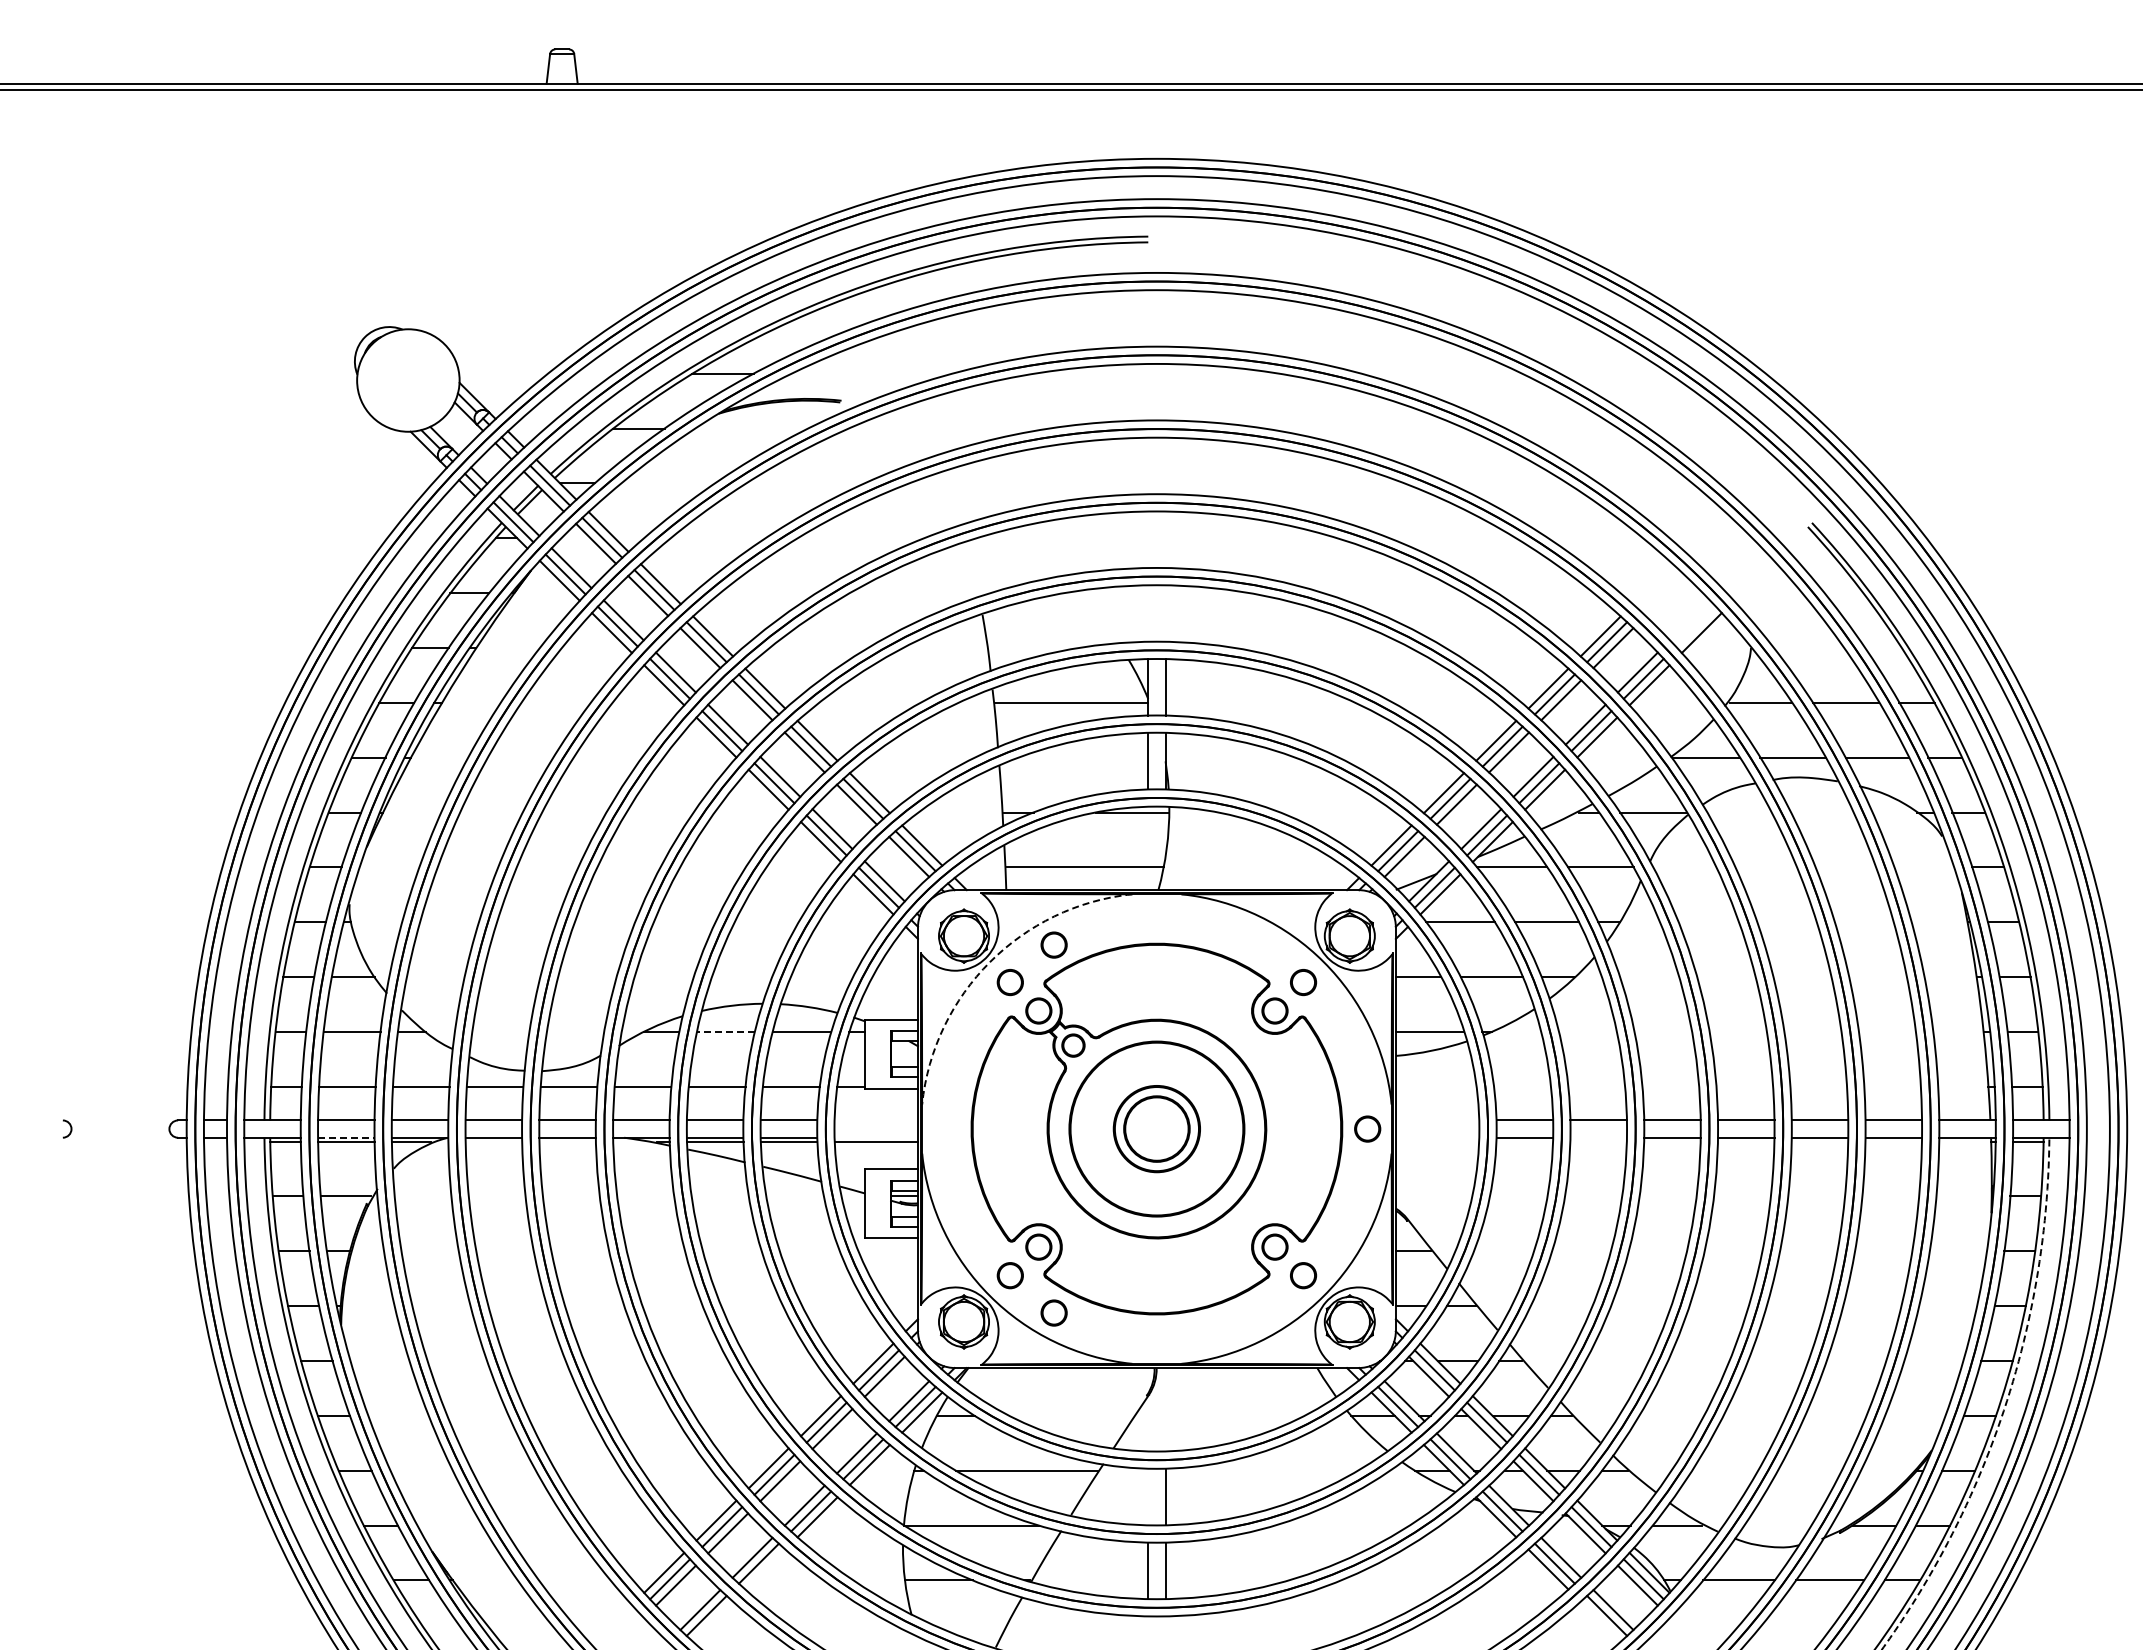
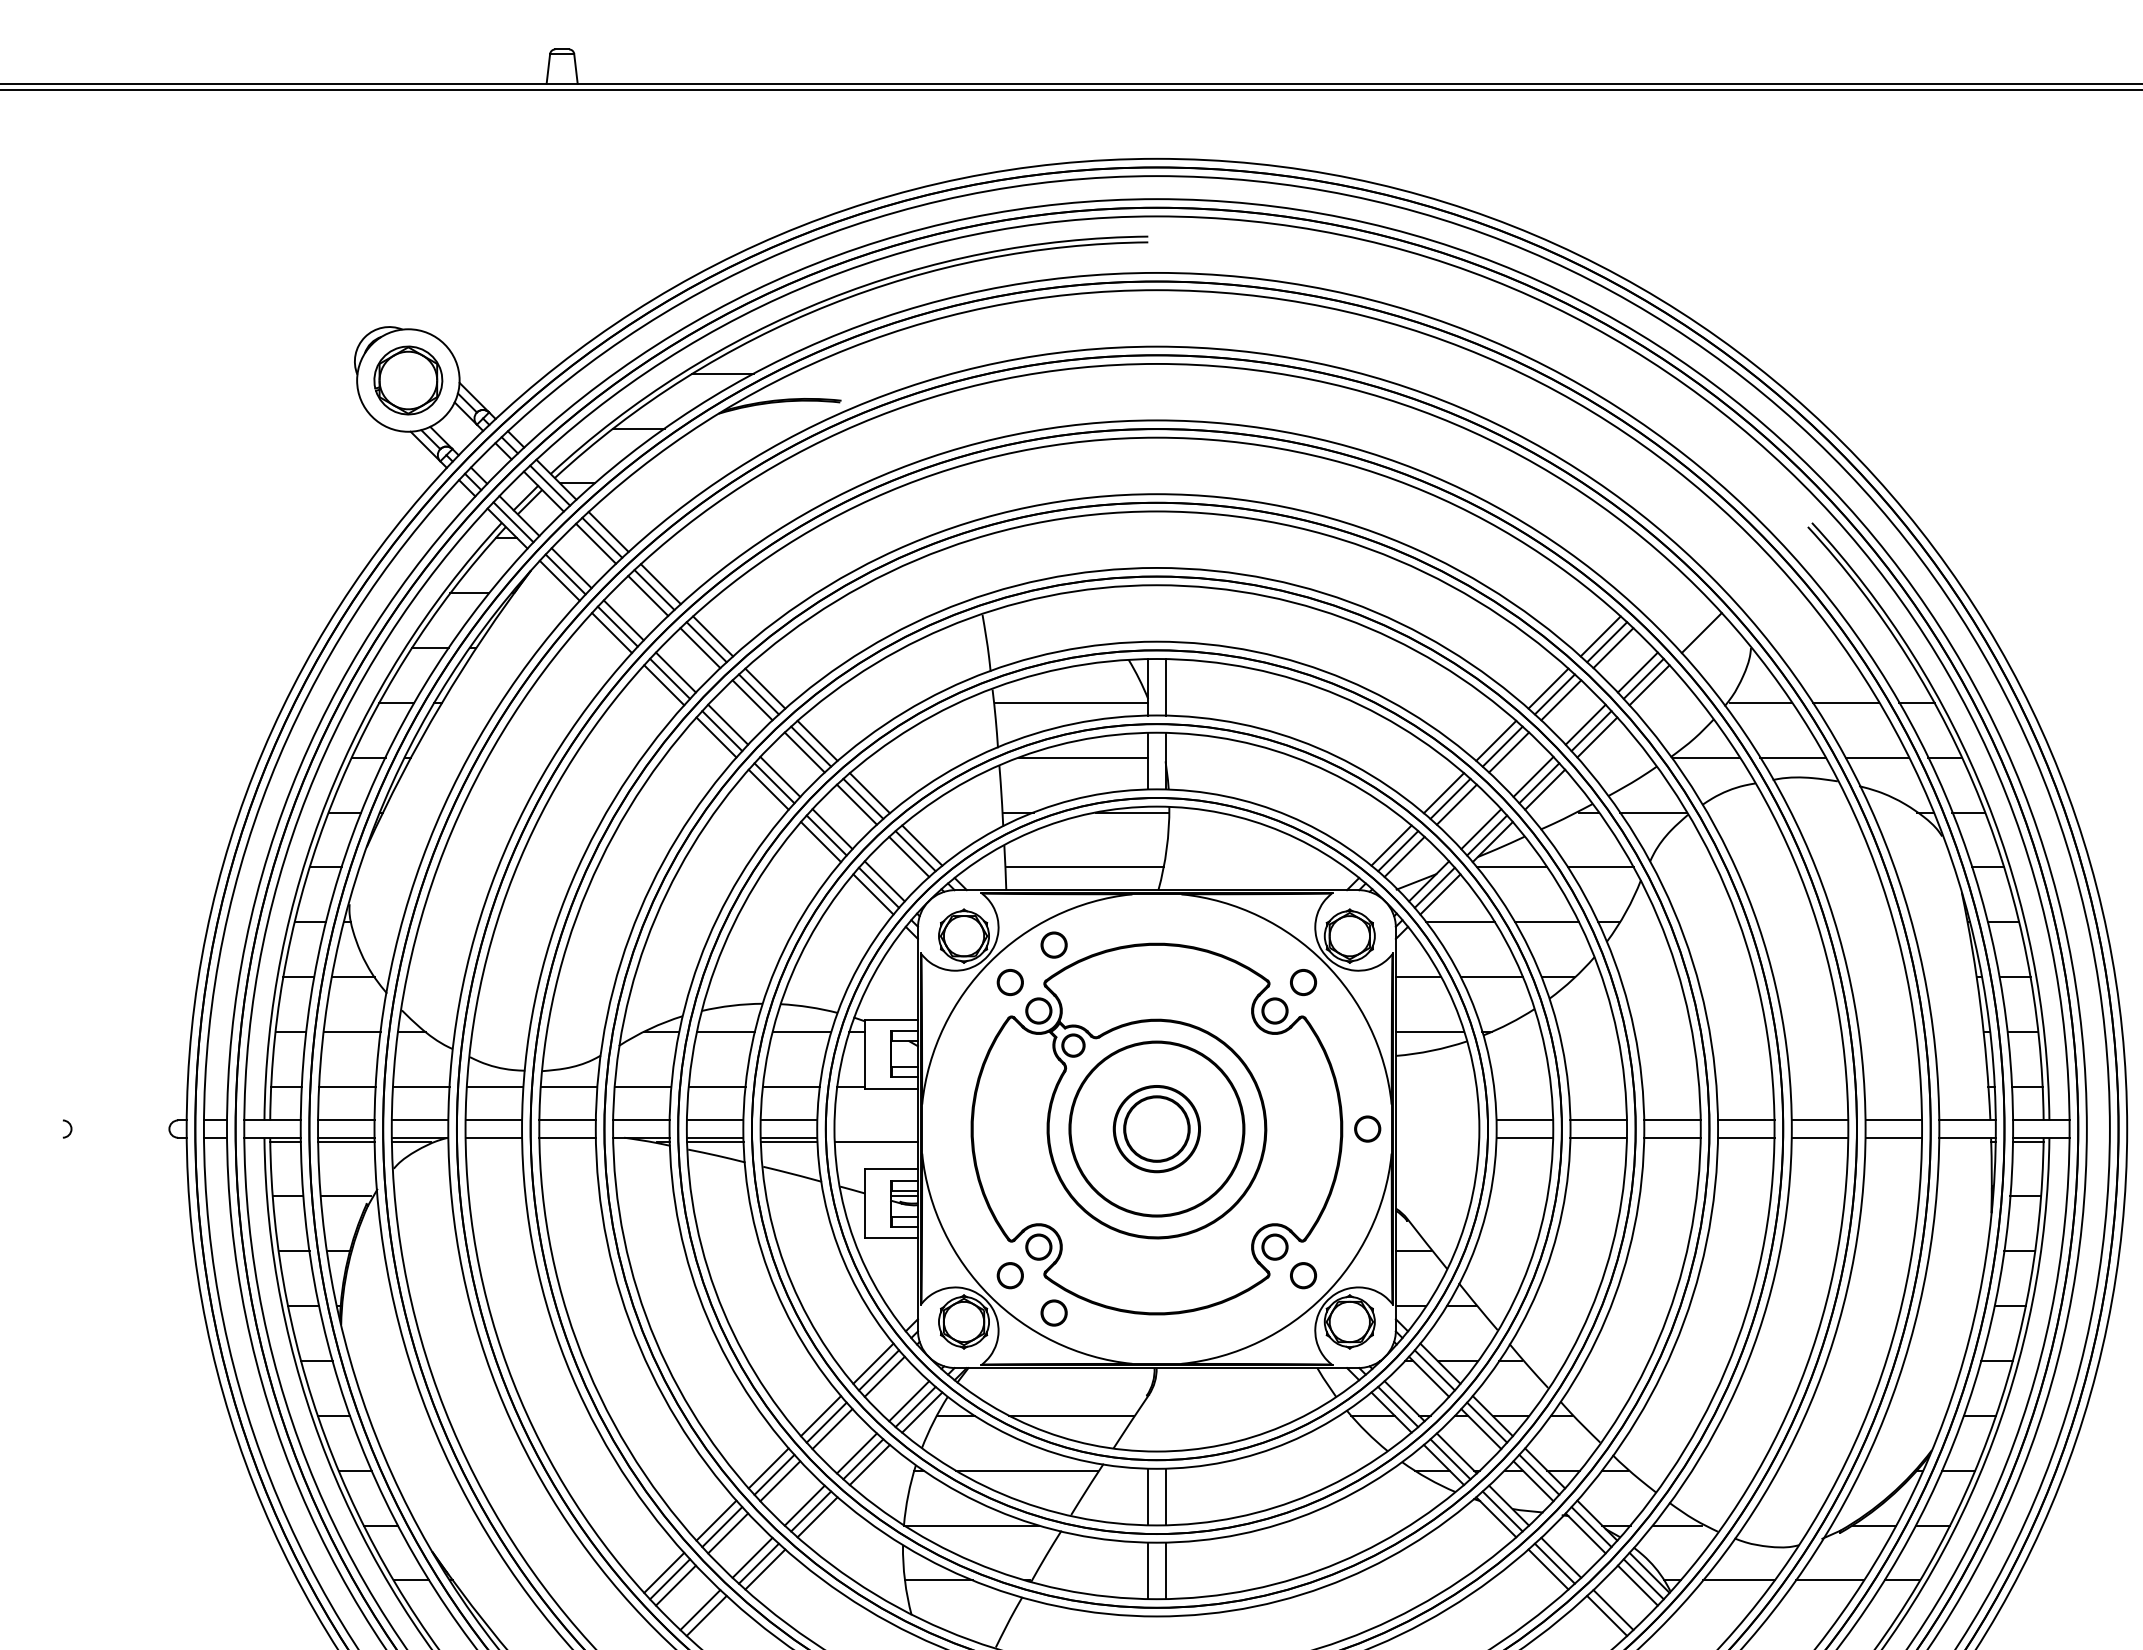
part at (408, 380): none -> present
line at (1083, 757): none -> present
arc at (990, 962): dashed -> solid
line at (725, 1031): dashed -> solid
line at (346, 1137): dashed -> solid
line at (1598, 1137): none -> present
arc at (2004, 1407): dashed -> solid
line at (1071, 1415): none -> present
line at (1148, 1496): none -> present
line at (765, 1569): none -> present
